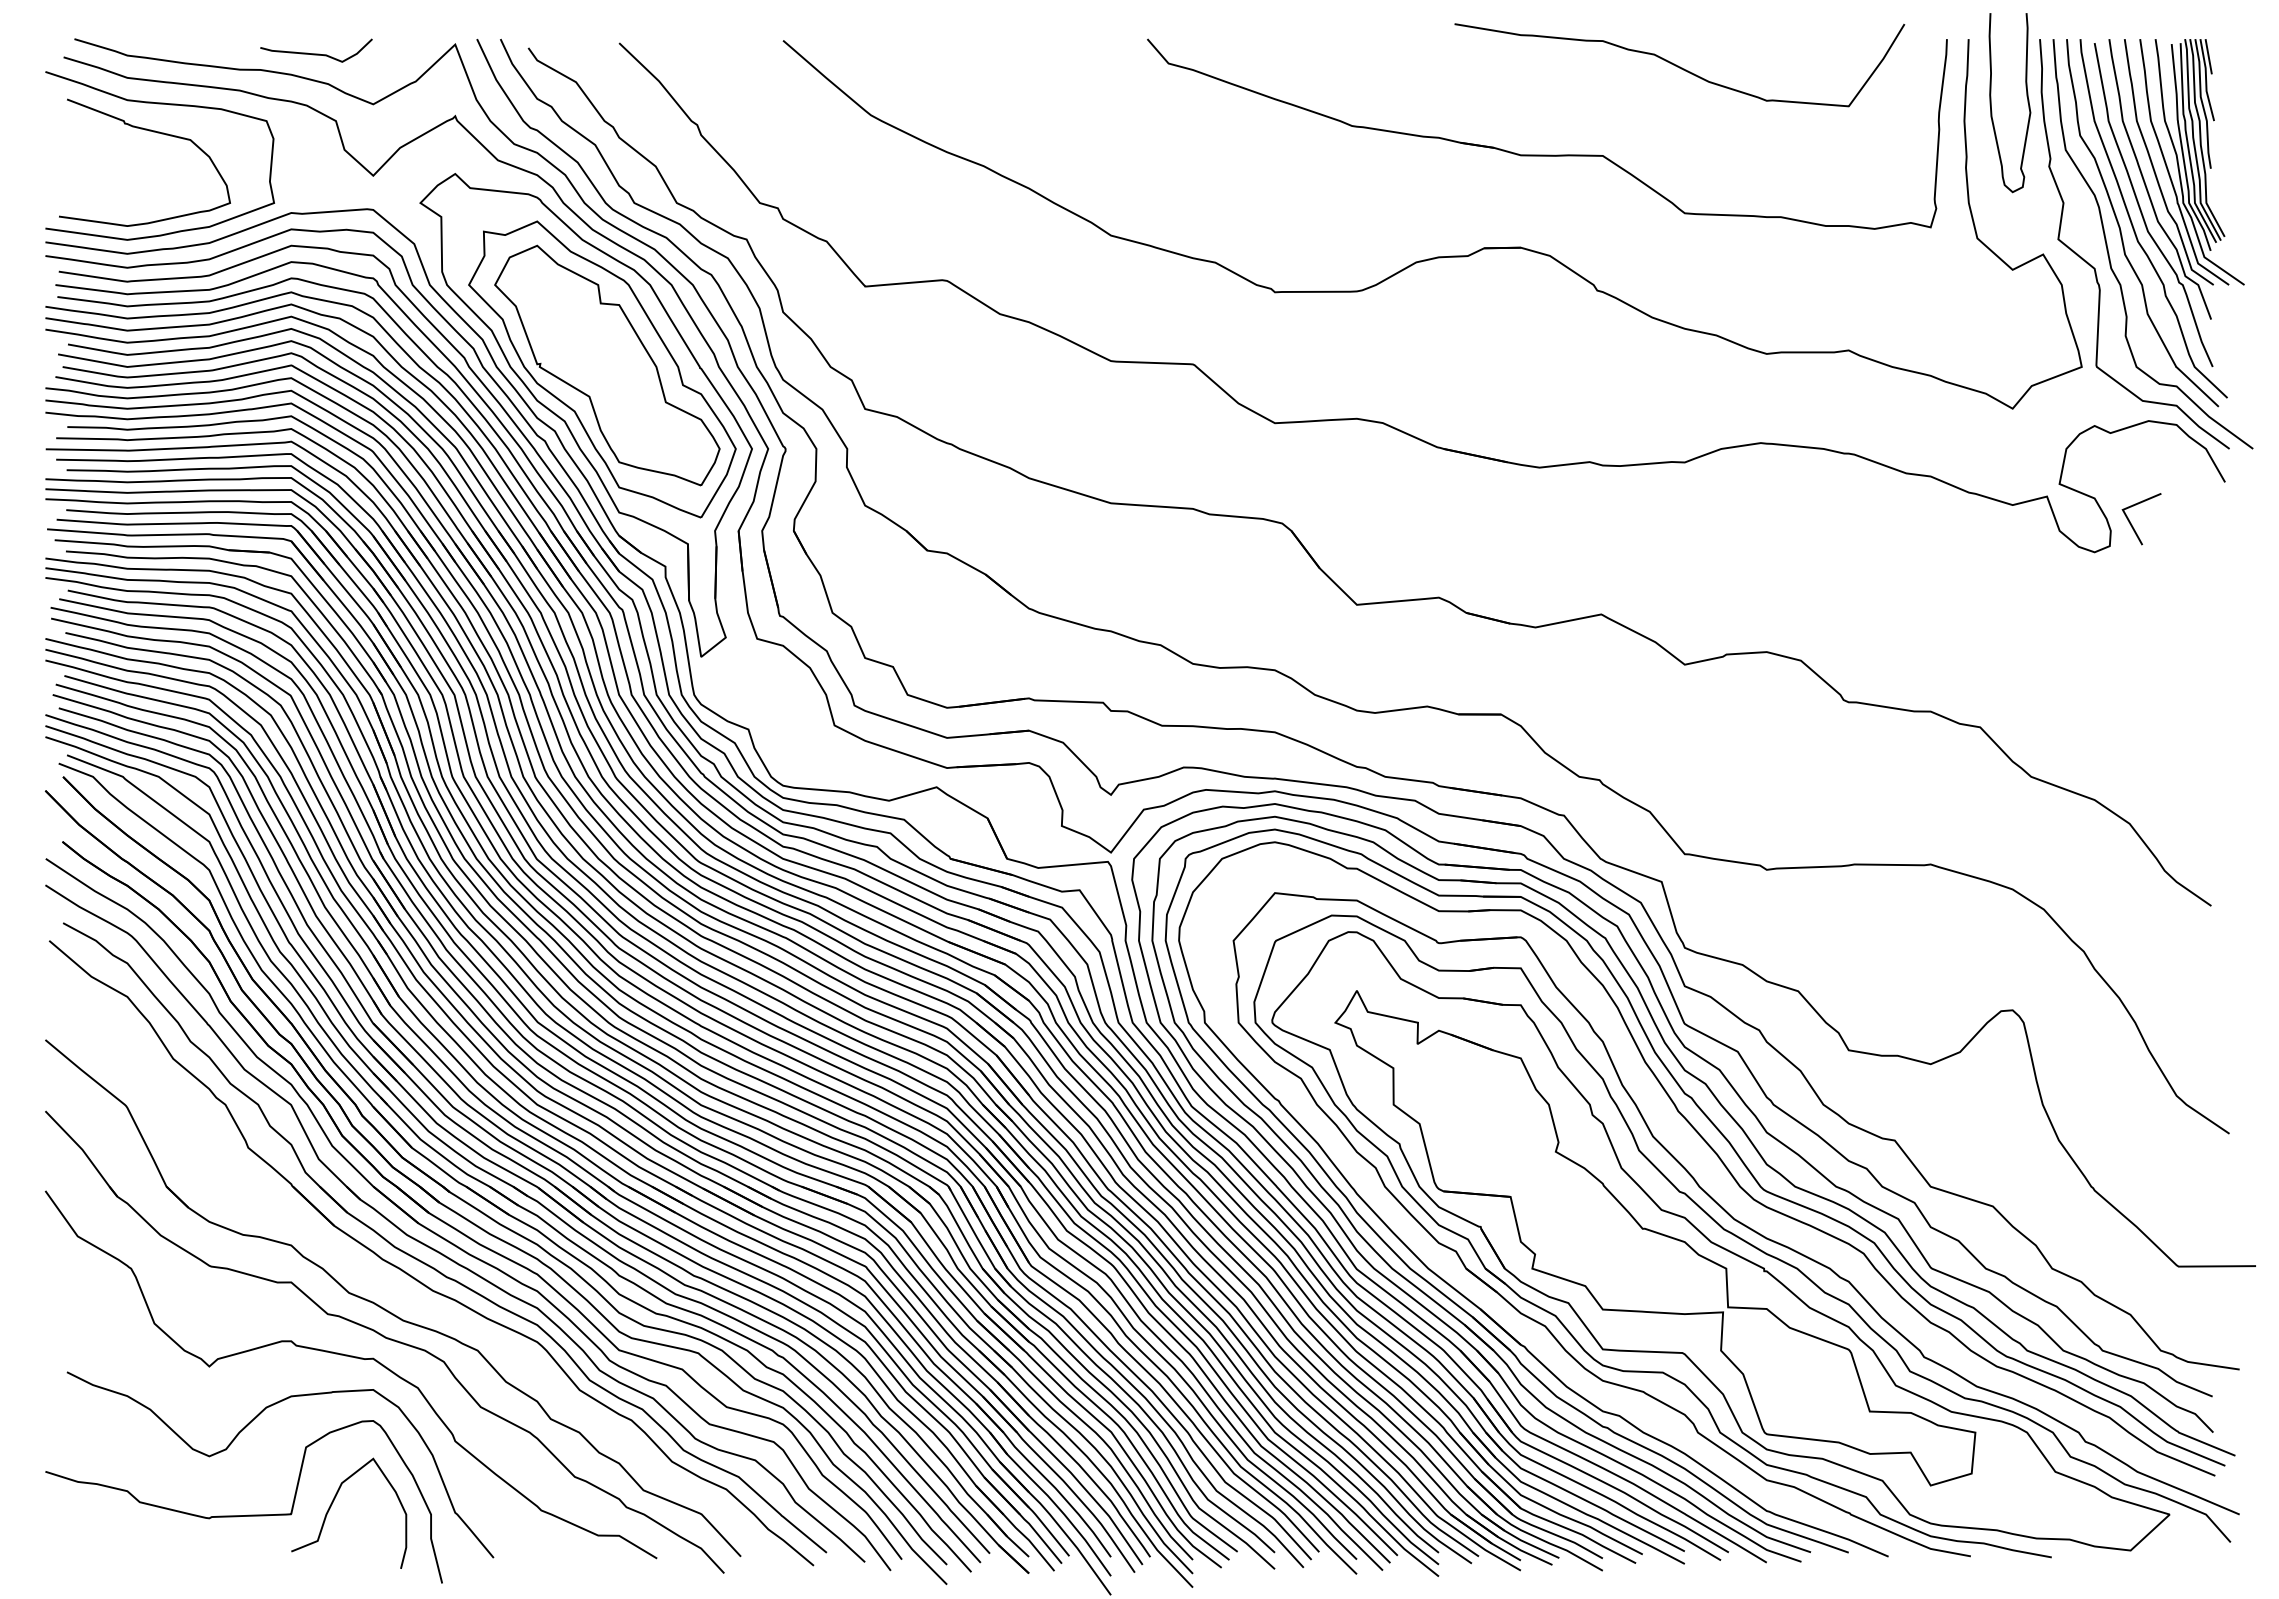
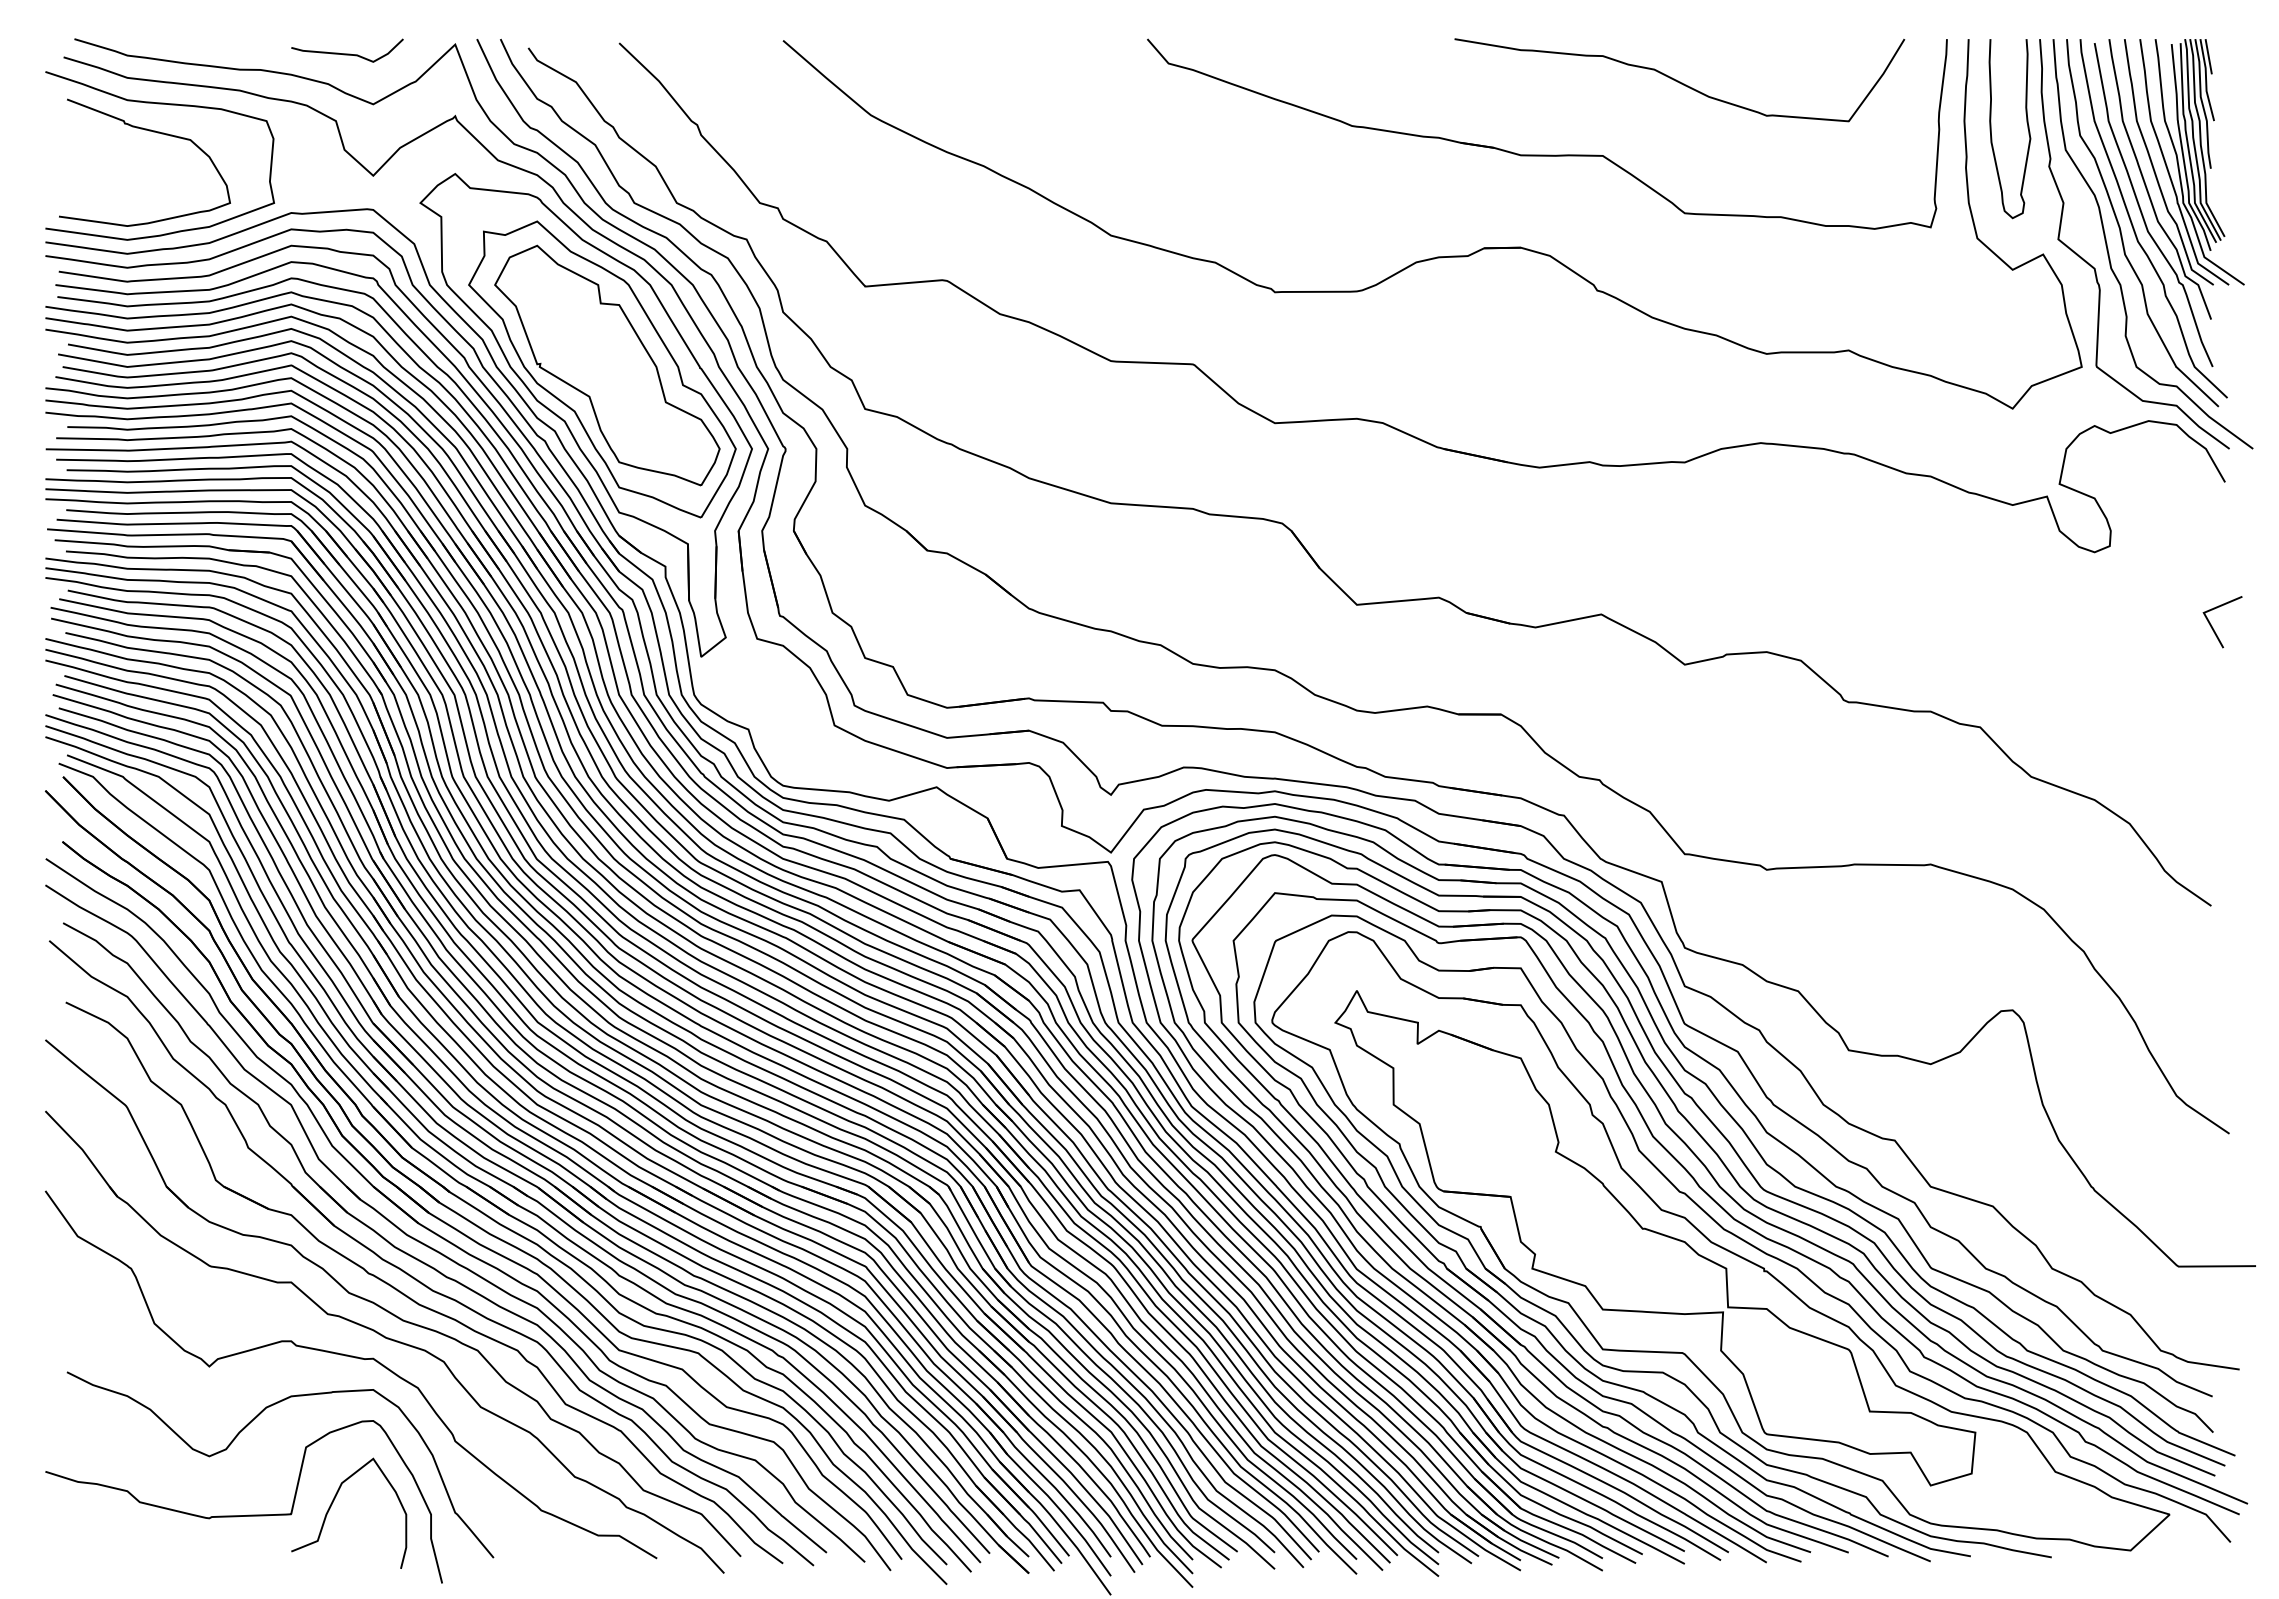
curve at (316, 53) position: (316, 53) -> (347, 53)
curve at (1678, 65) position: (1678, 65) -> (1678, 80)
curve at (1991, 103) position: (1991, 103) -> (1991, 129)
line at (2132, 524) position: (2132, 524) -> (2213, 627)
part at (1729, 1197): none -> present
part at (413, 1299): none -> present
